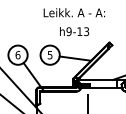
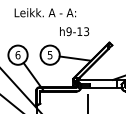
text at (73, 12) position: (73, 12) -> (44, 12)
